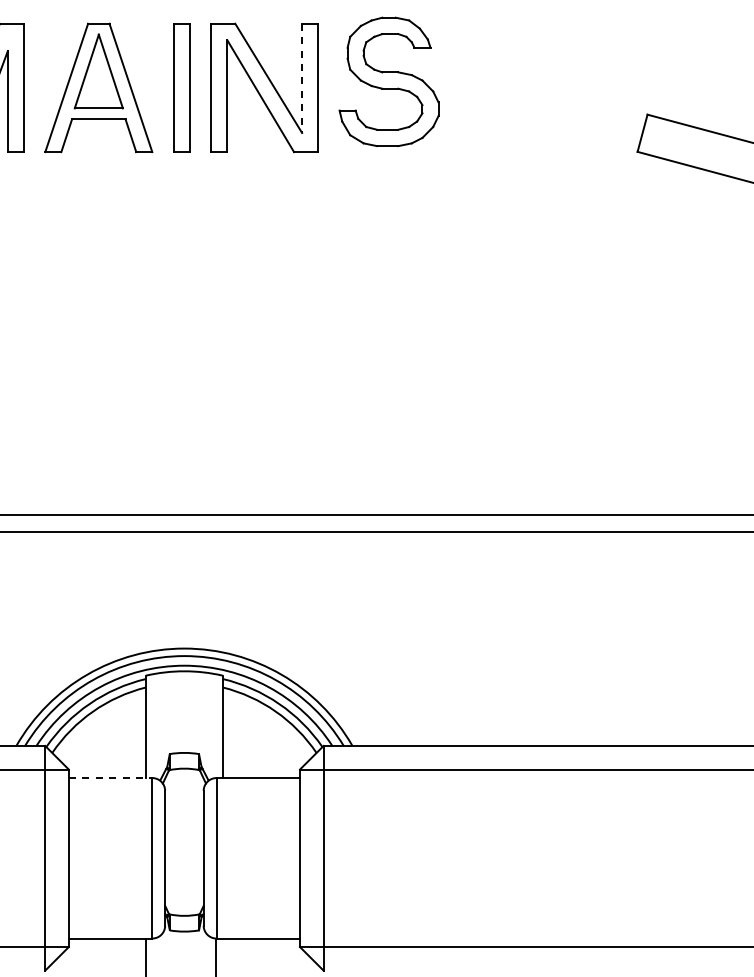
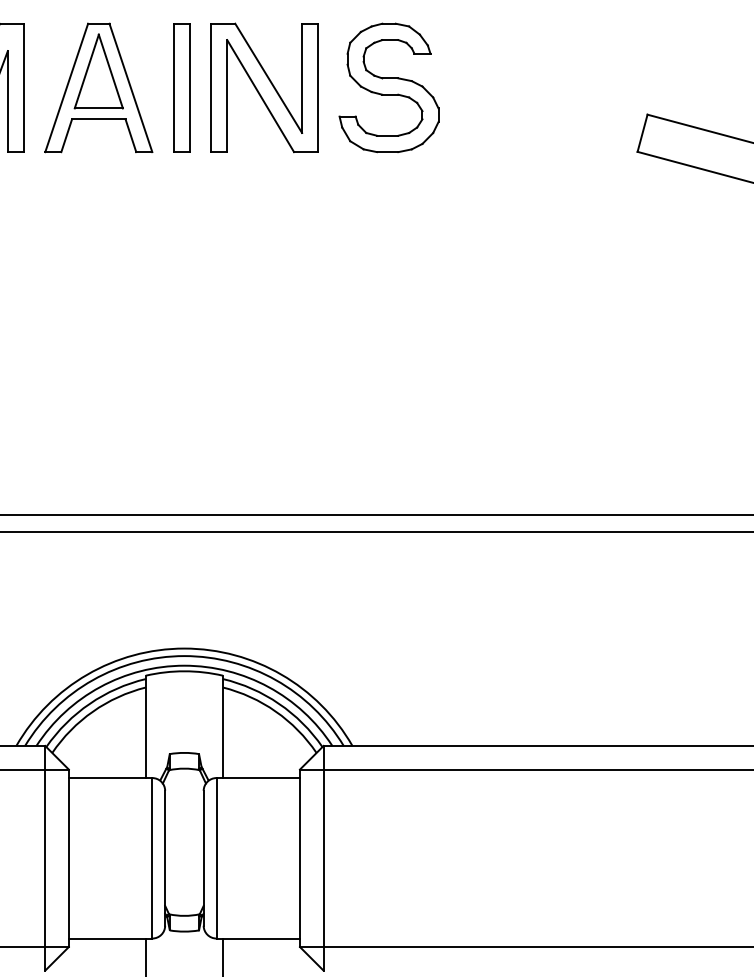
line at (302, 78): dashed -> solid
part at (388, 81) position: (388, 81) -> (388, 87)
line at (110, 778): dashed -> solid
line at (215, 955) position: (215, 955) -> (222, 955)
